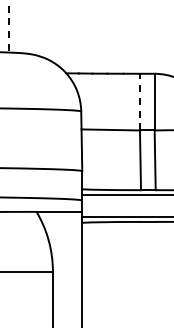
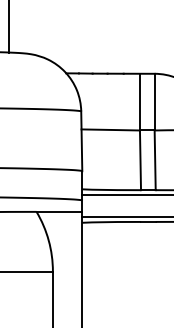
line at (8, 26): dashed -> solid
line at (139, 101): dashed -> solid
